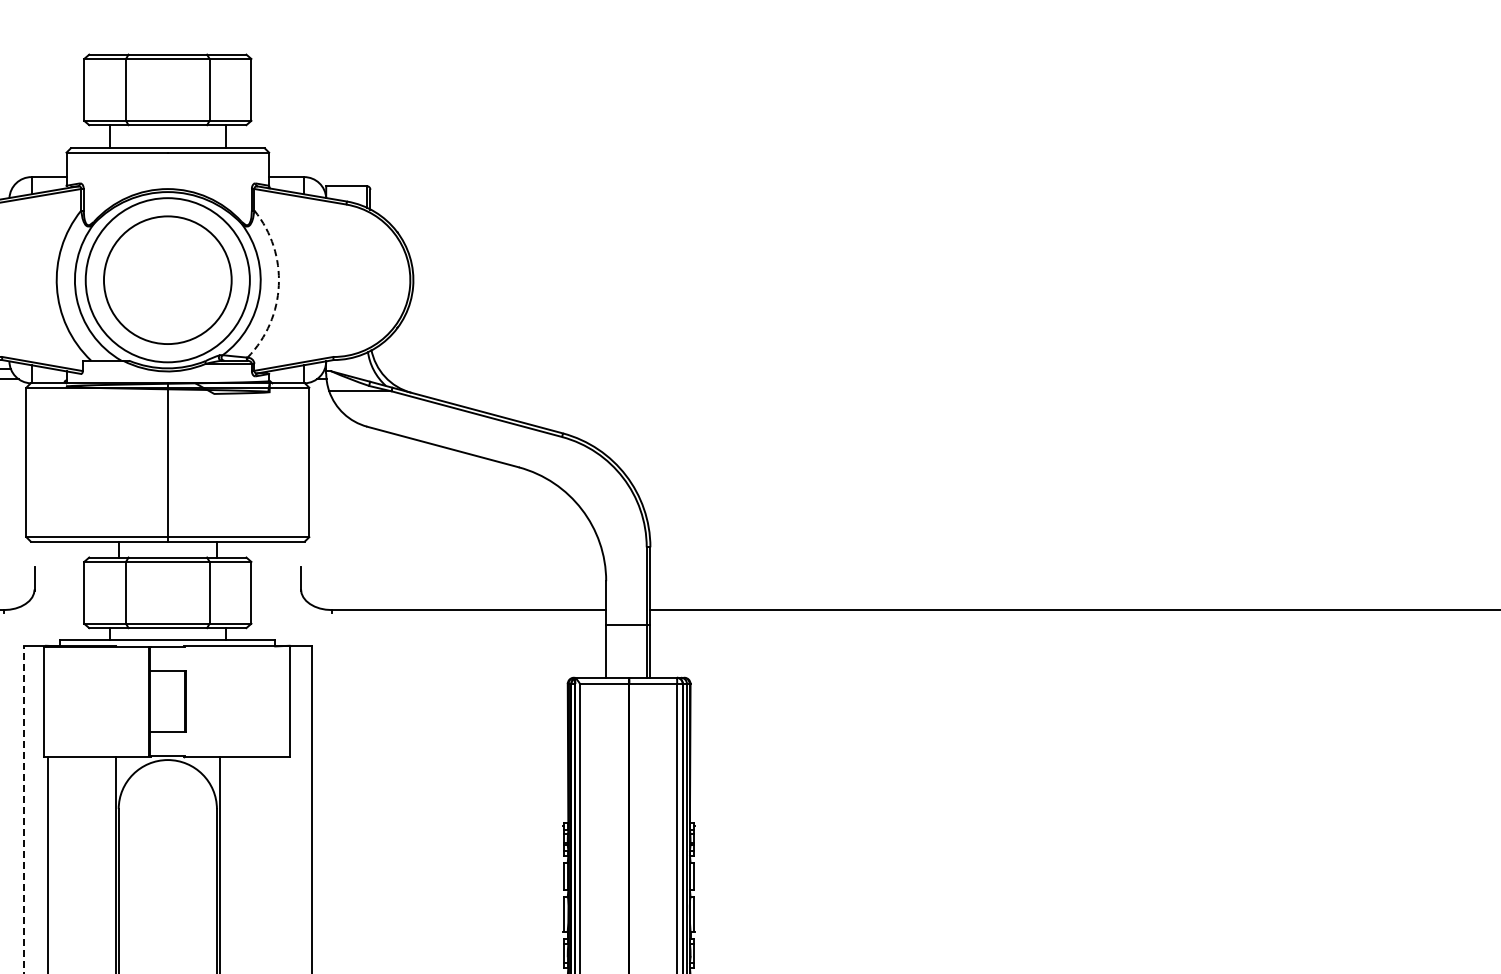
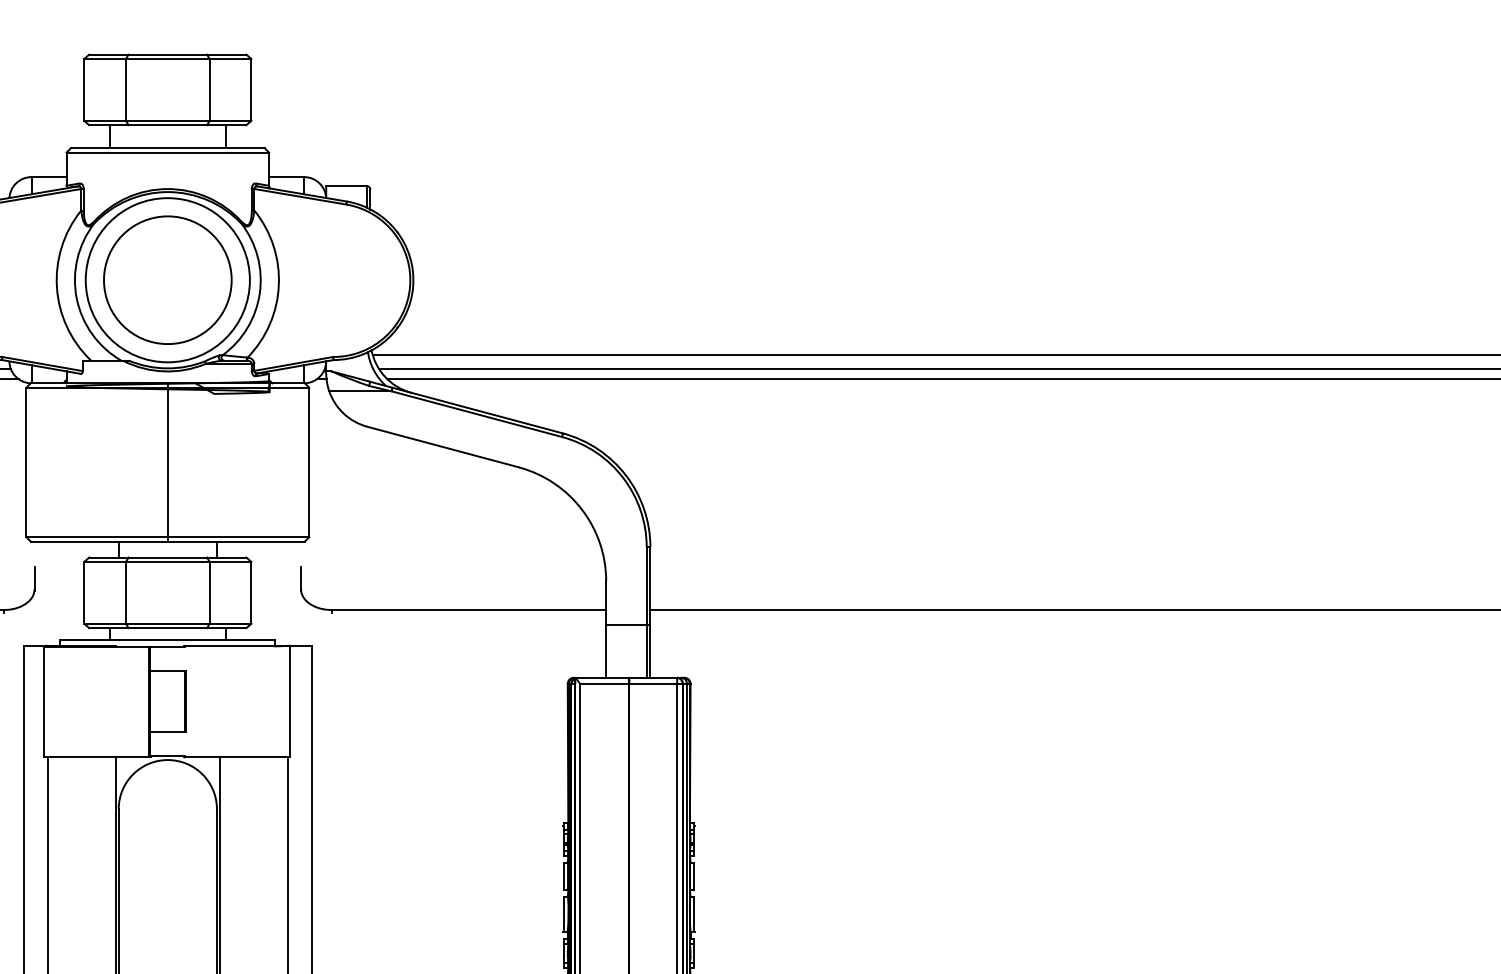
arc at (278, 285): dashed -> solid
line at (935, 355): none -> present
line at (938, 369): none -> present
line at (942, 379): none -> present
line at (23, 809): dashed -> solid
line at (287, 863): none -> present
